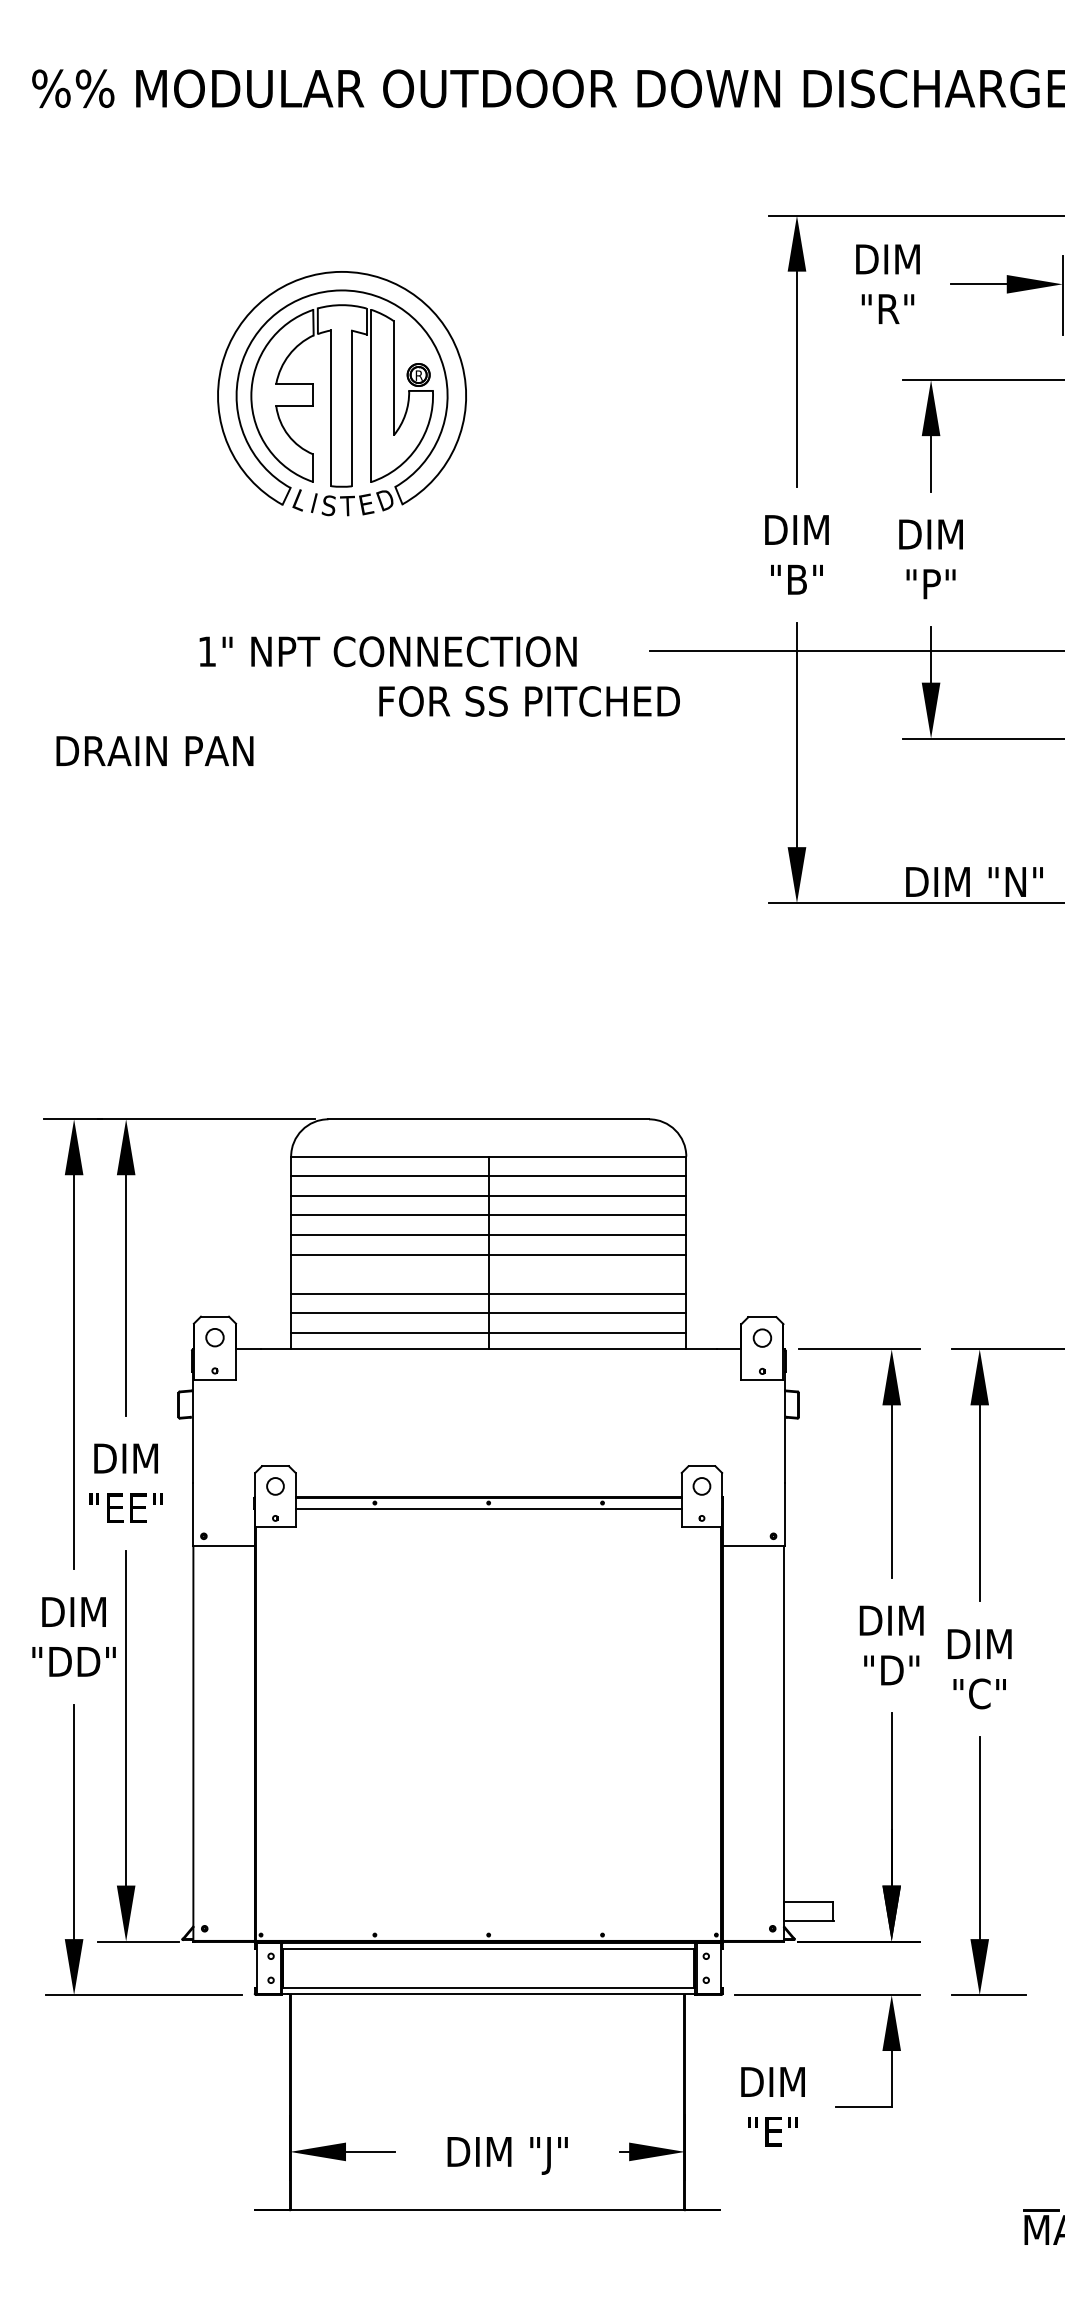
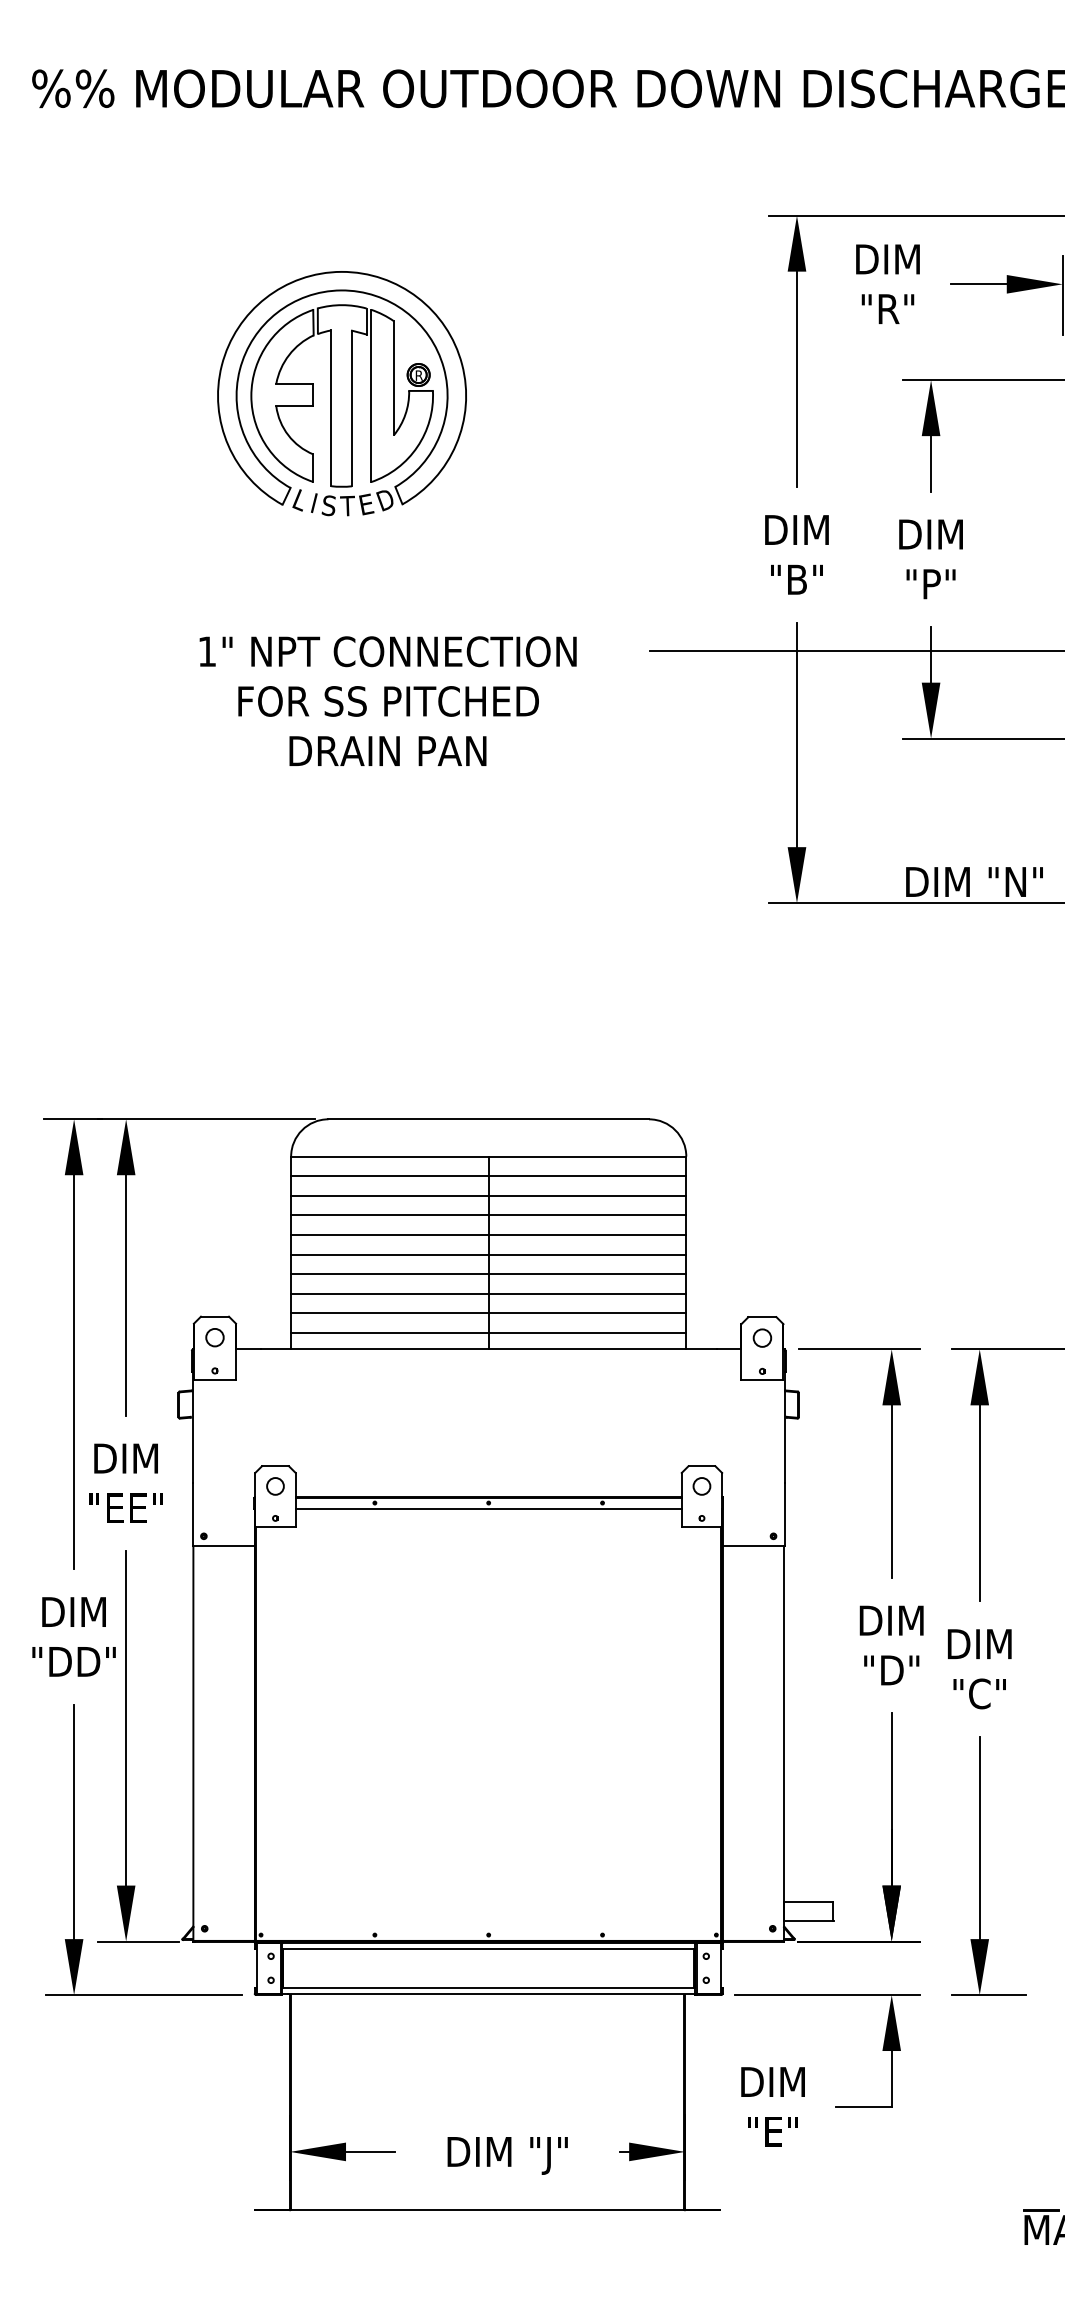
text at (529, 701) position: (529, 701) -> (388, 701)
text at (154, 750) position: (154, 750) -> (387, 750)
line at (488, 1274): none -> present
